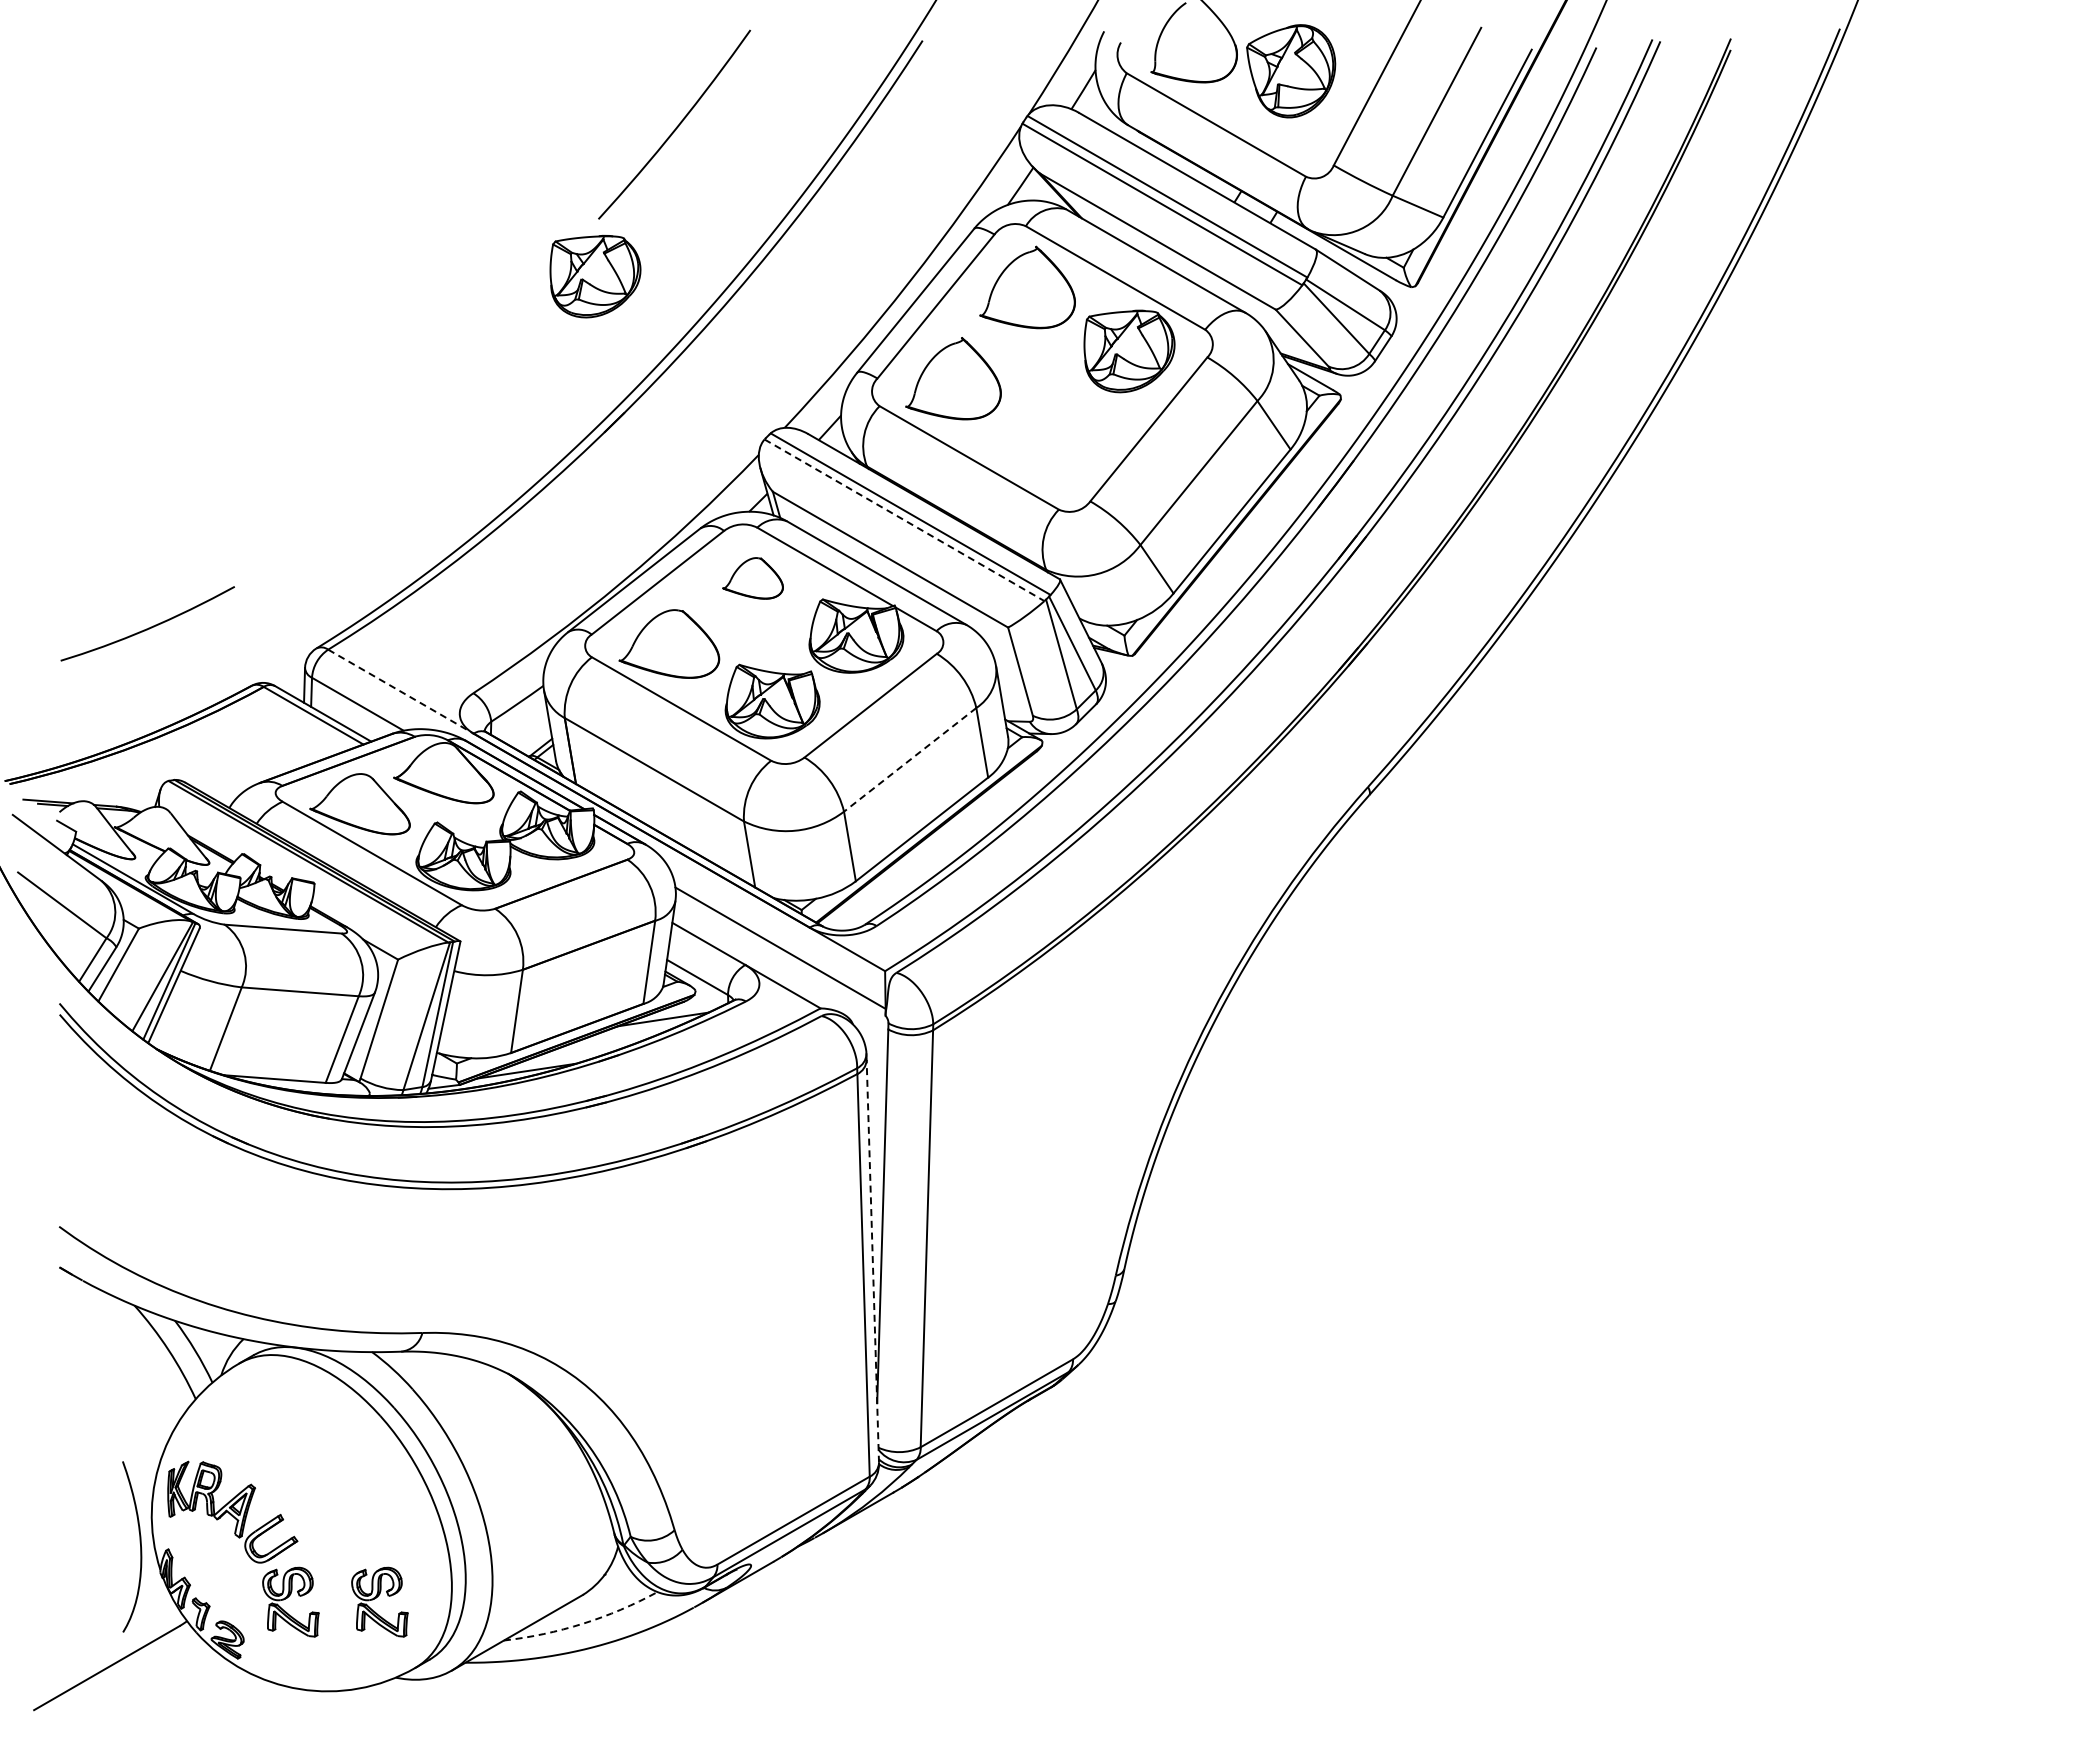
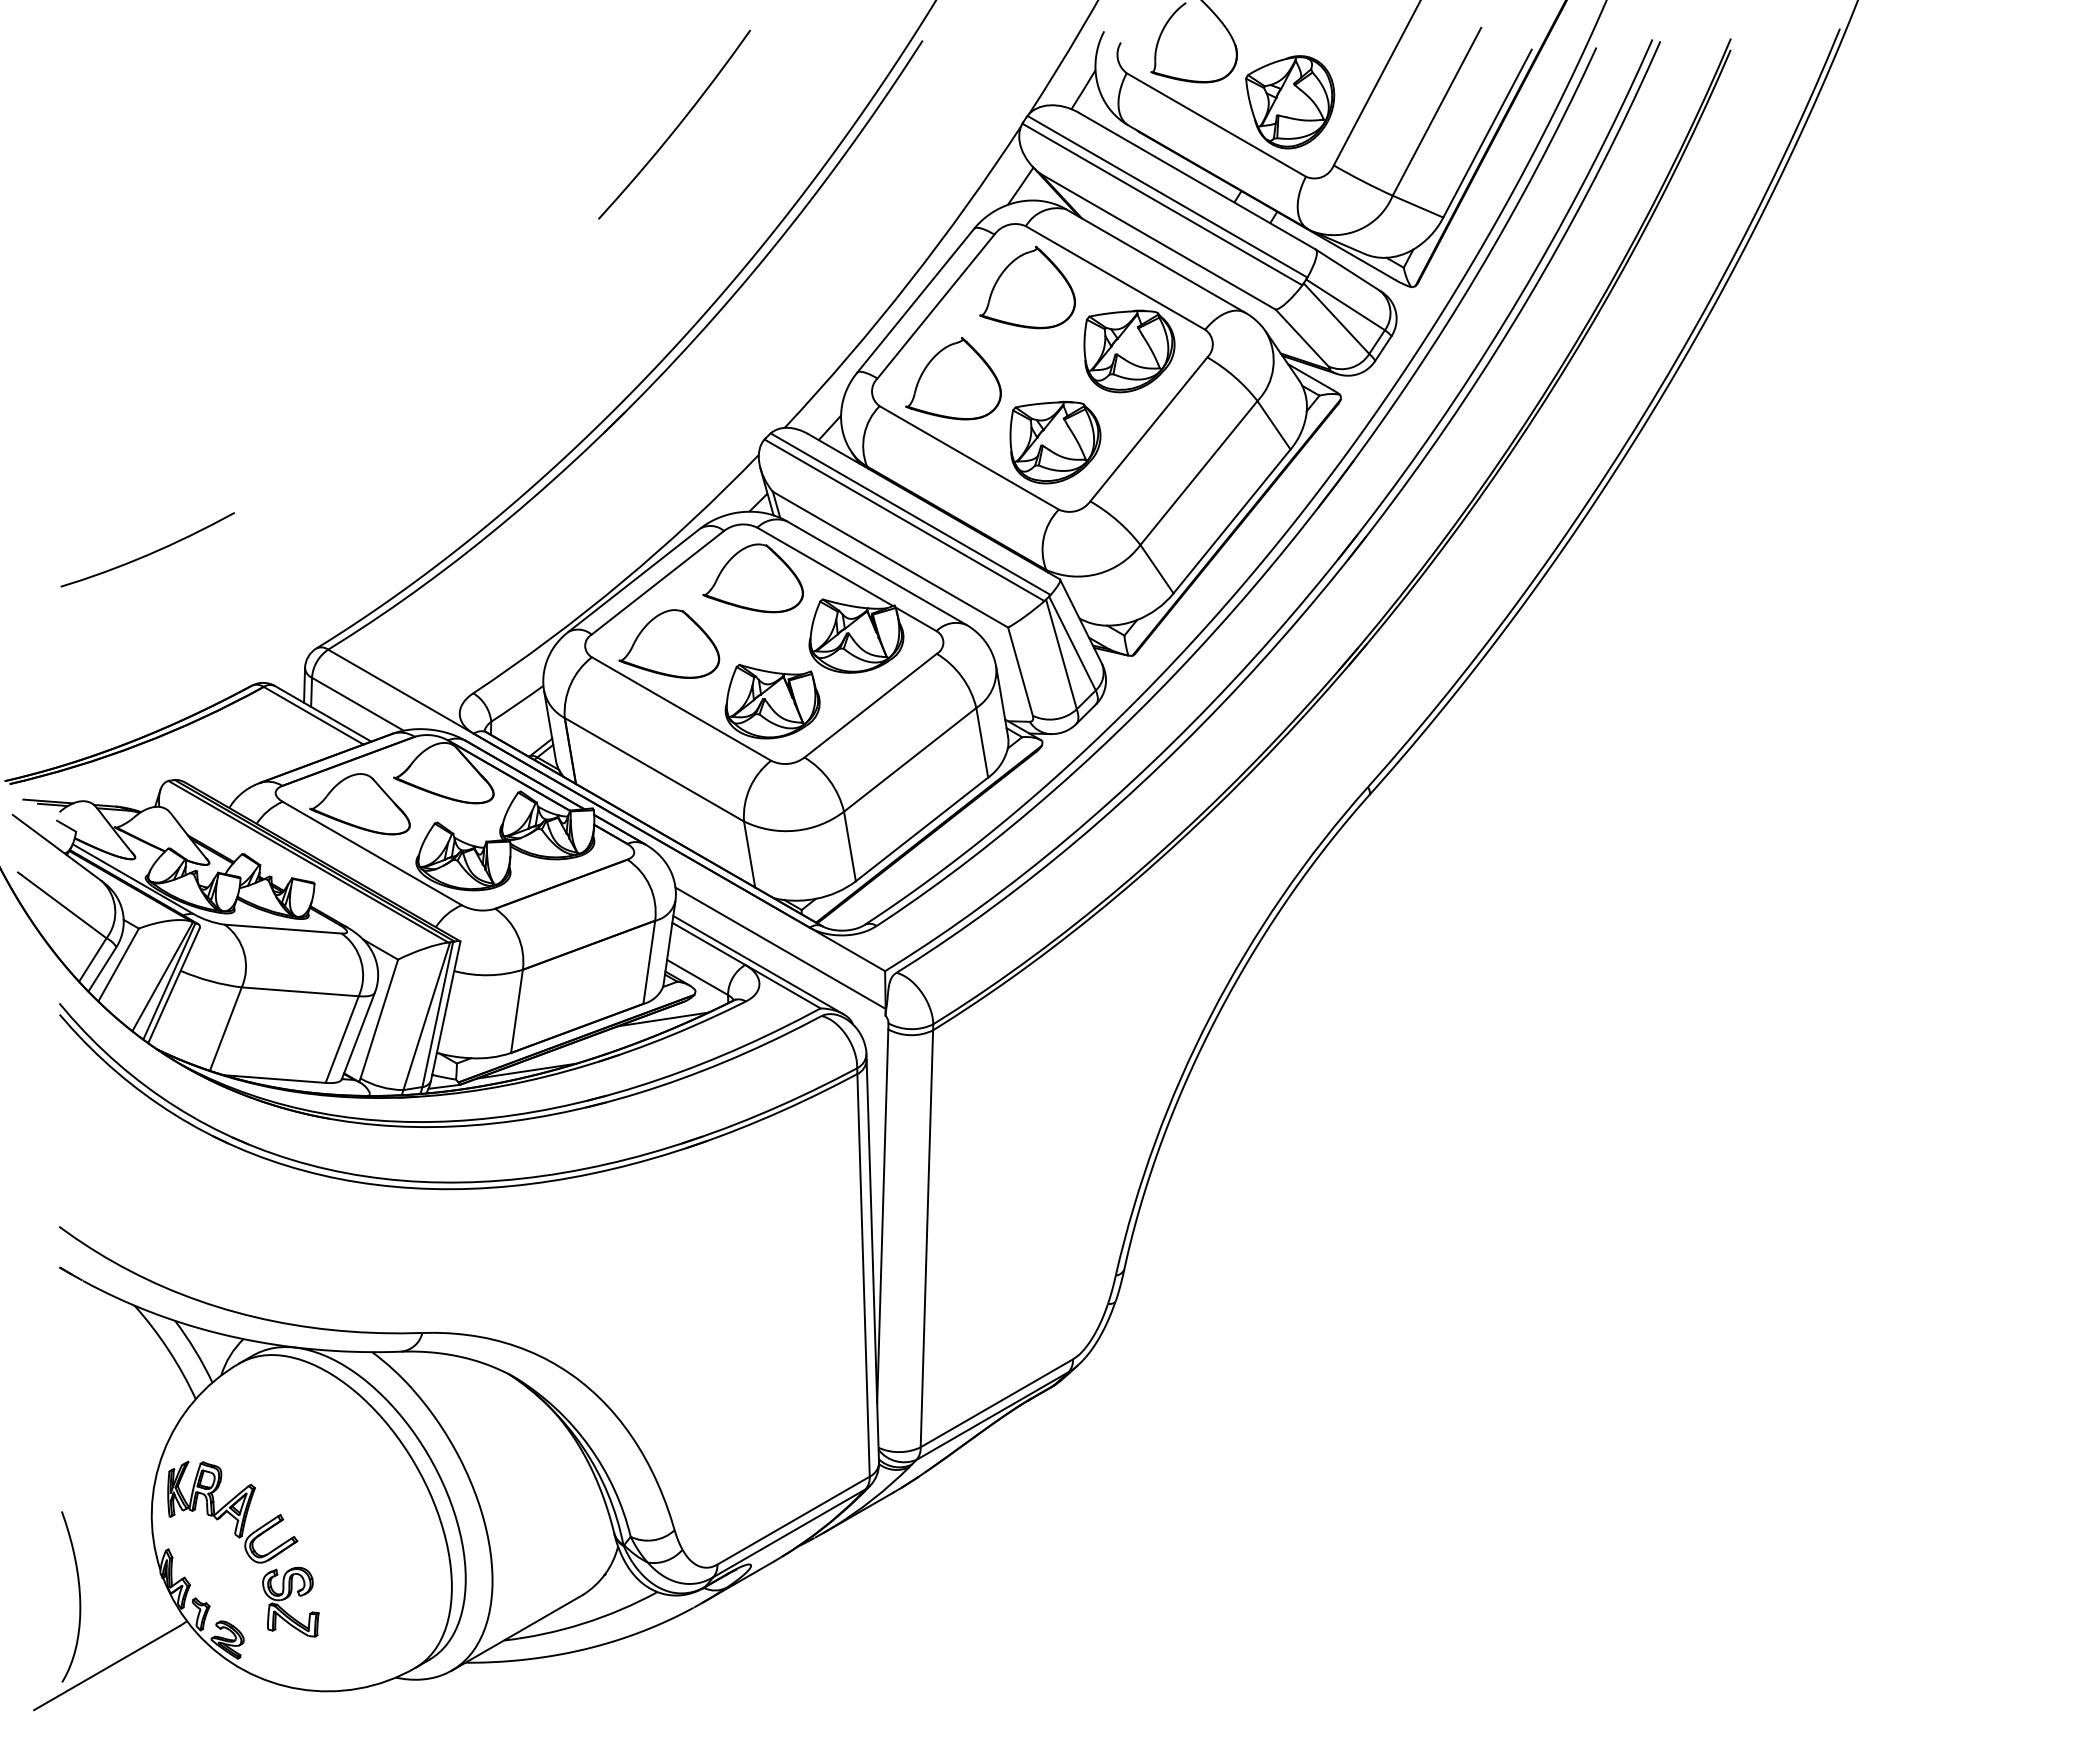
part at (1291, 71) position: (1291, 71) -> (1290, 102)
part at (595, 276) position: (595, 276) -> (1055, 442)
line at (904, 520): dashed -> solid
part at (752, 578) size: 62x43 px -> 102x71 px
curve at (148, 627) position: (148, 627) -> (148, 553)
line at (401, 691): dashed -> solid
line at (909, 760): dashed -> solid
line at (758, 965): none -> present
line at (872, 1260): dashed -> solid
curve at (140, 1546) position: (140, 1546) -> (79, 1596)
part at (379, 1601): present -> none
arc at (582, 1623): dashed -> solid
